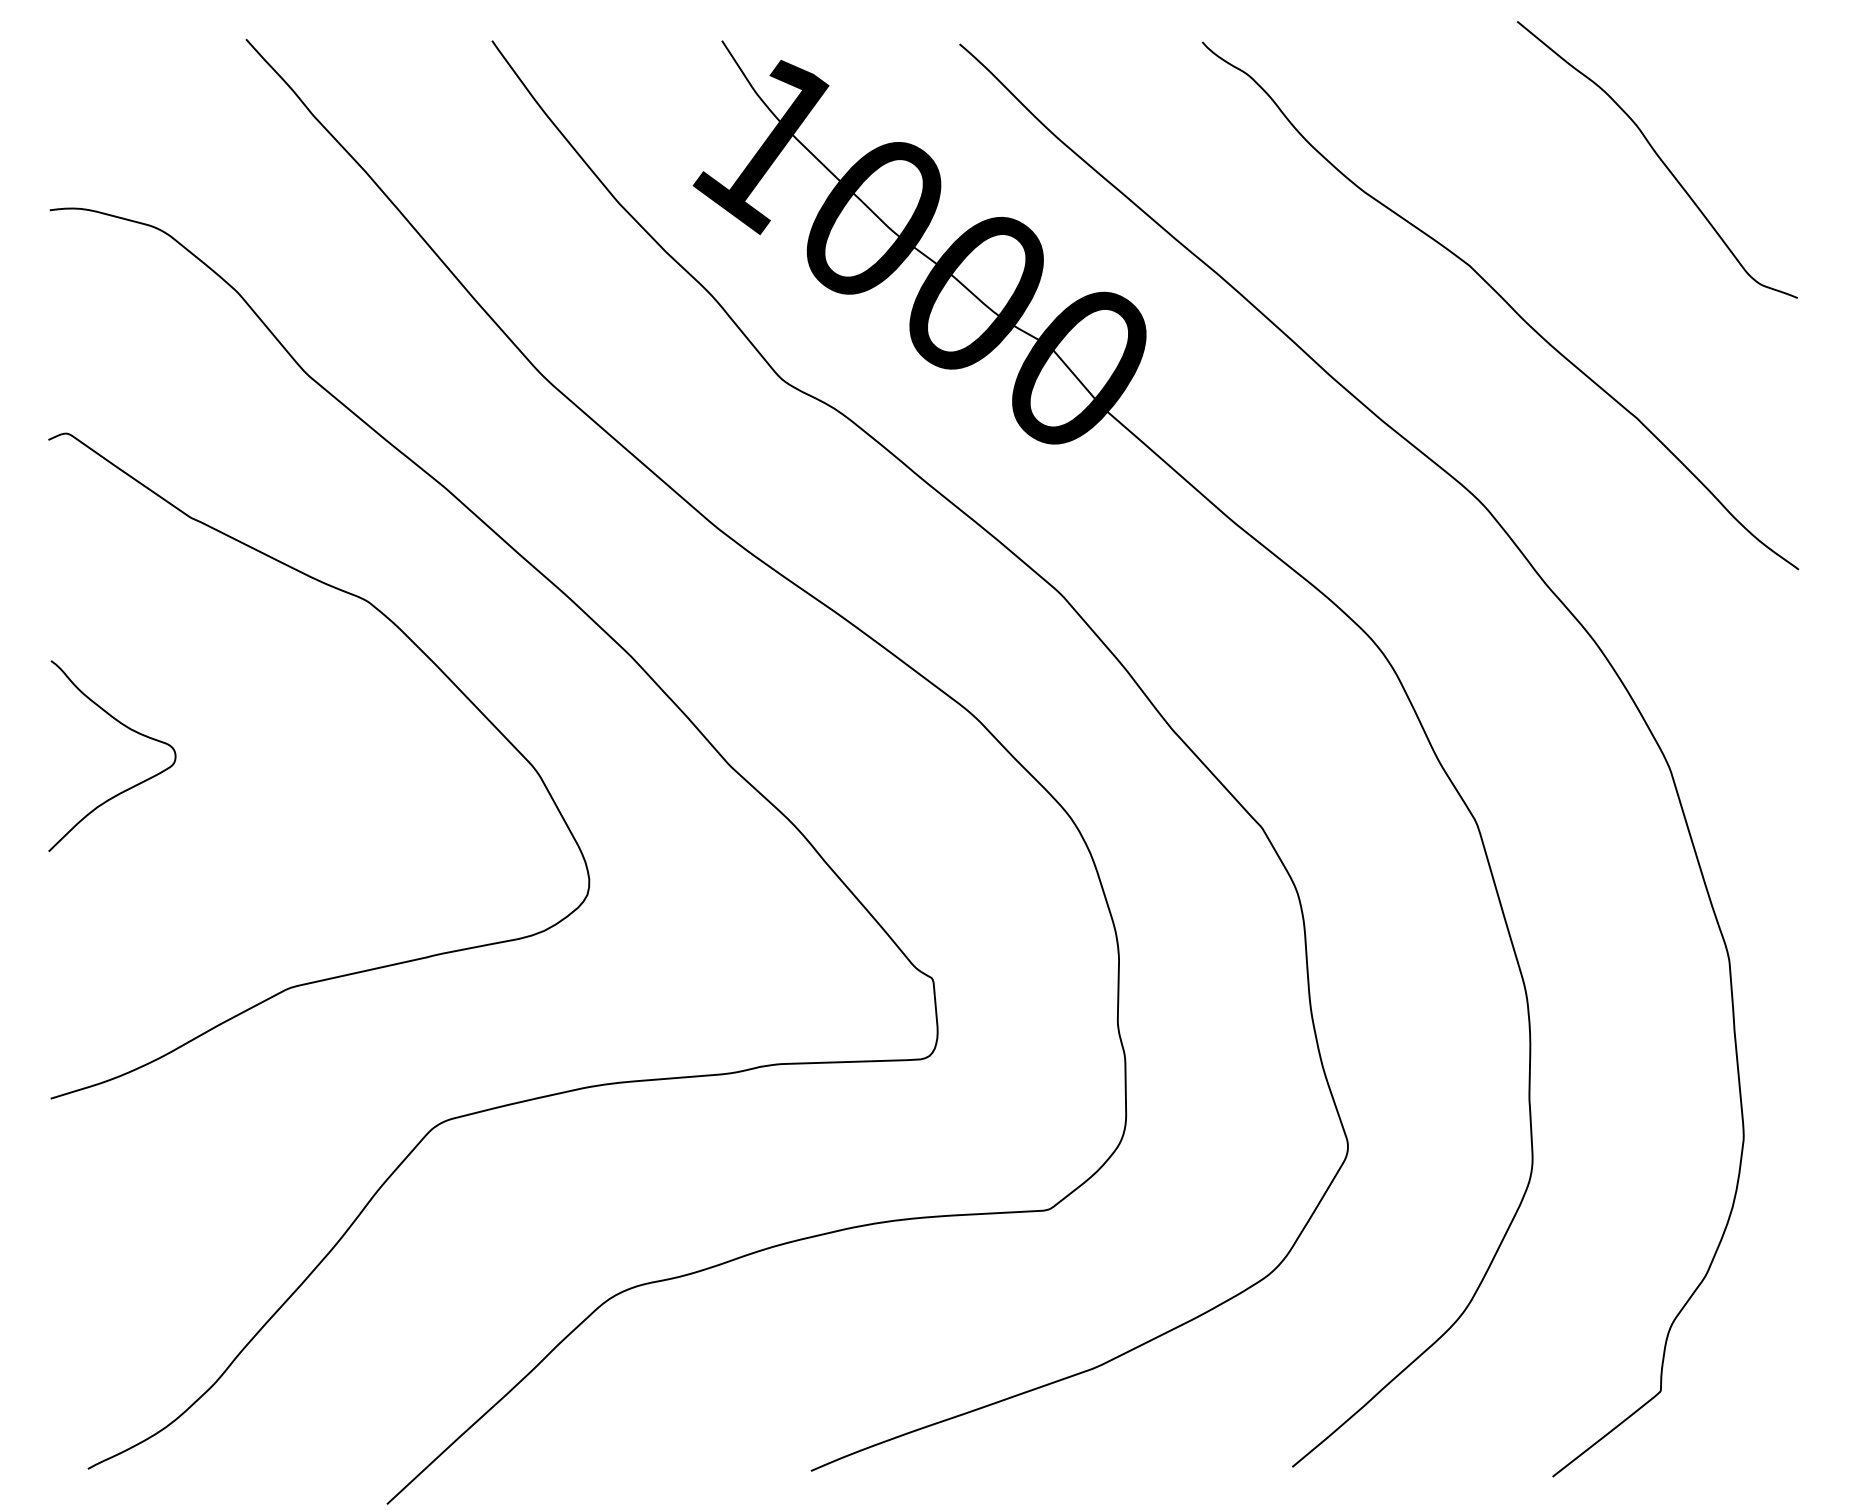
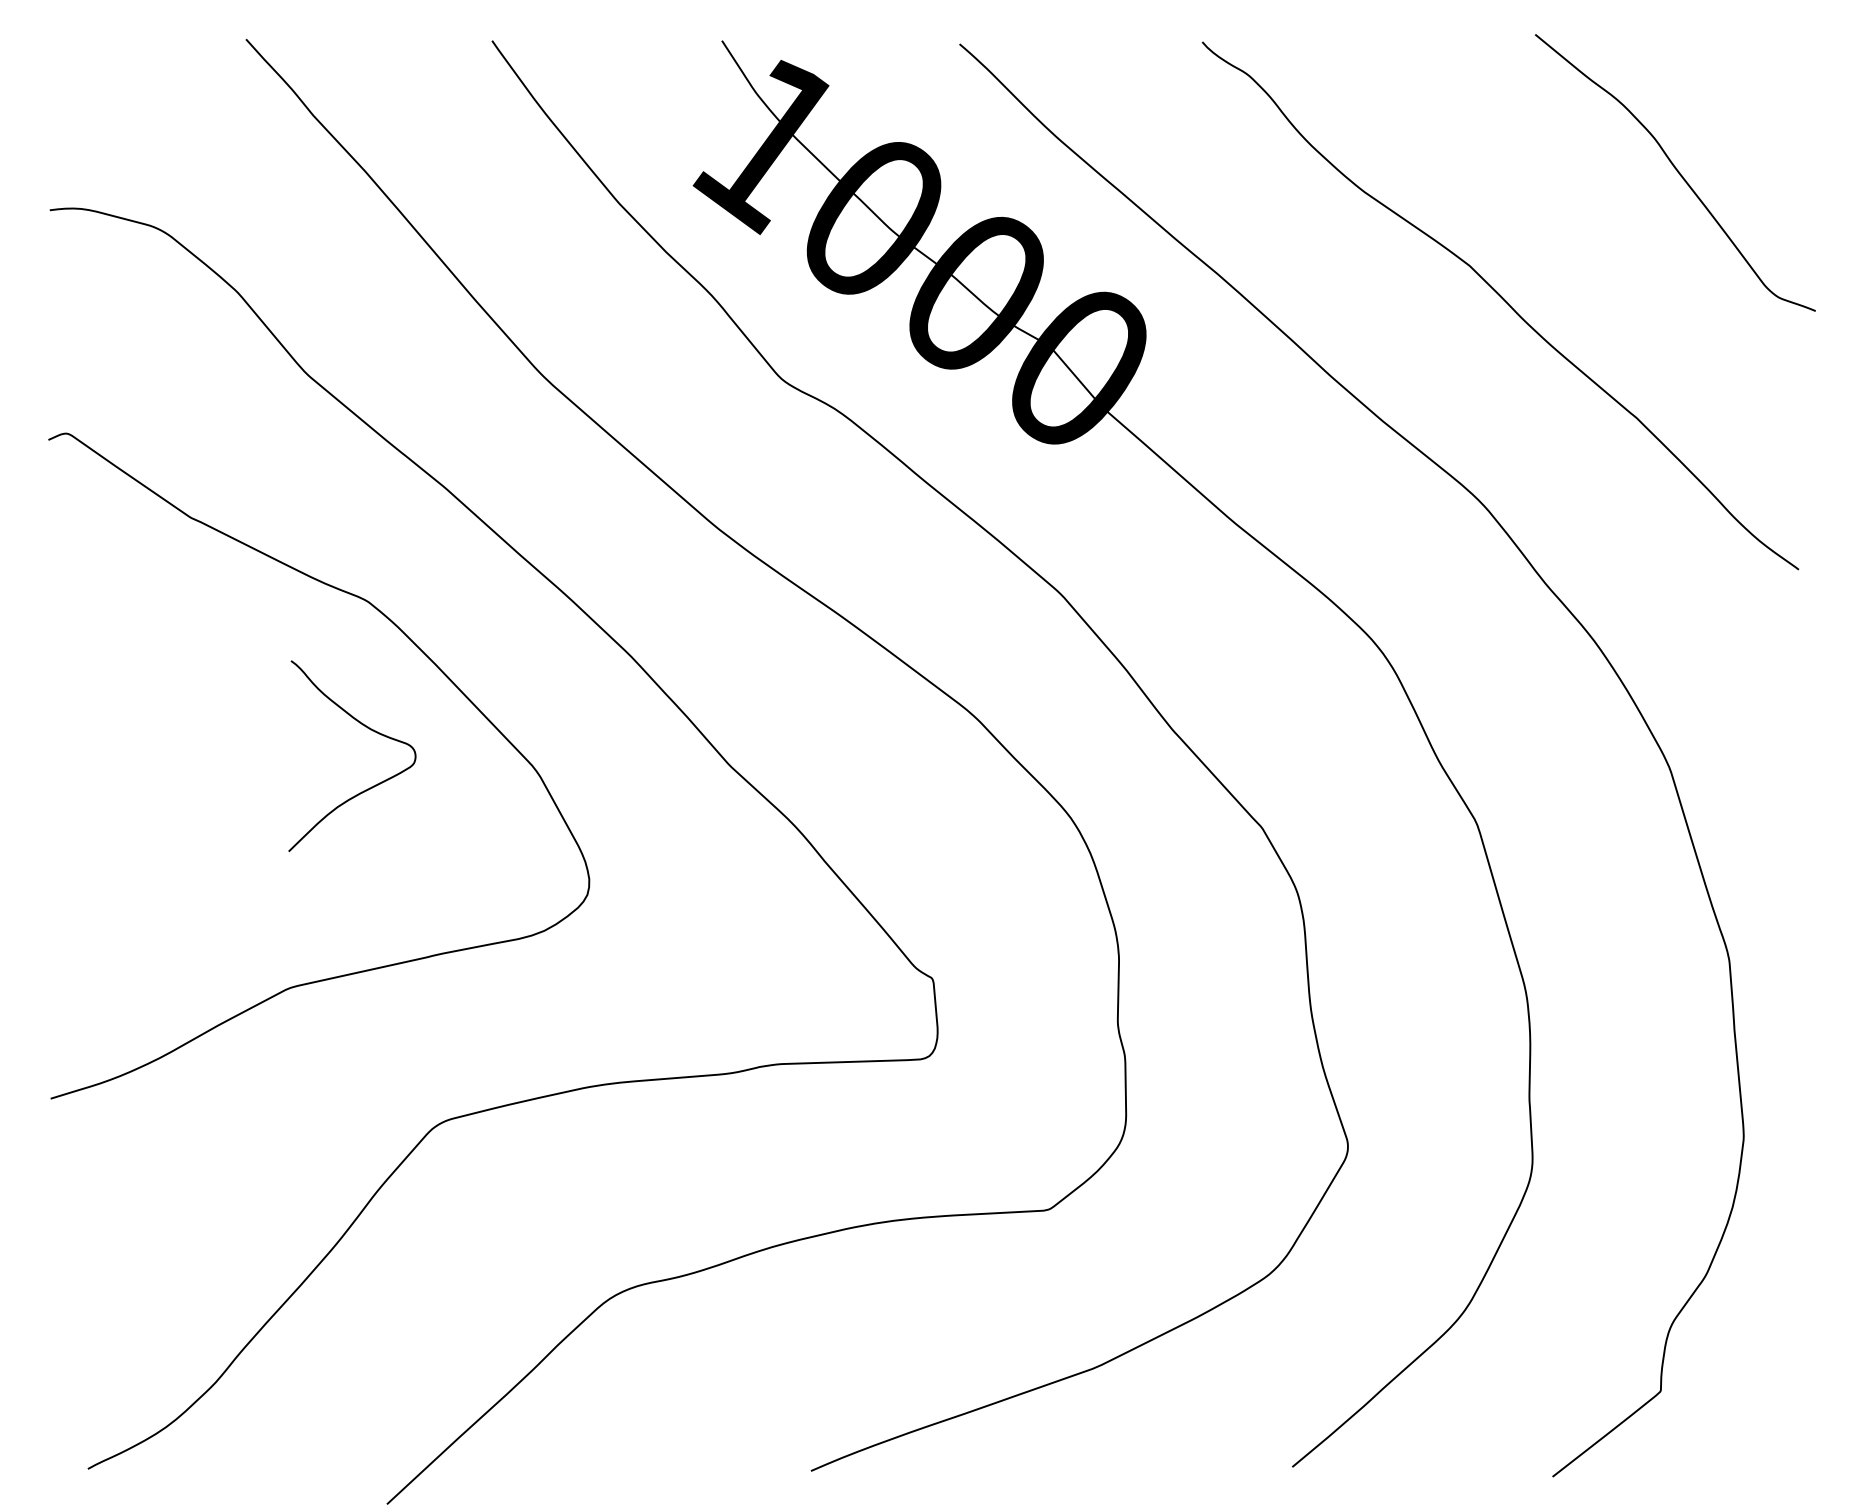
curve at (1658, 158) position: (1658, 158) -> (1676, 171)
curve at (130, 730) position: (130, 730) -> (370, 730)
